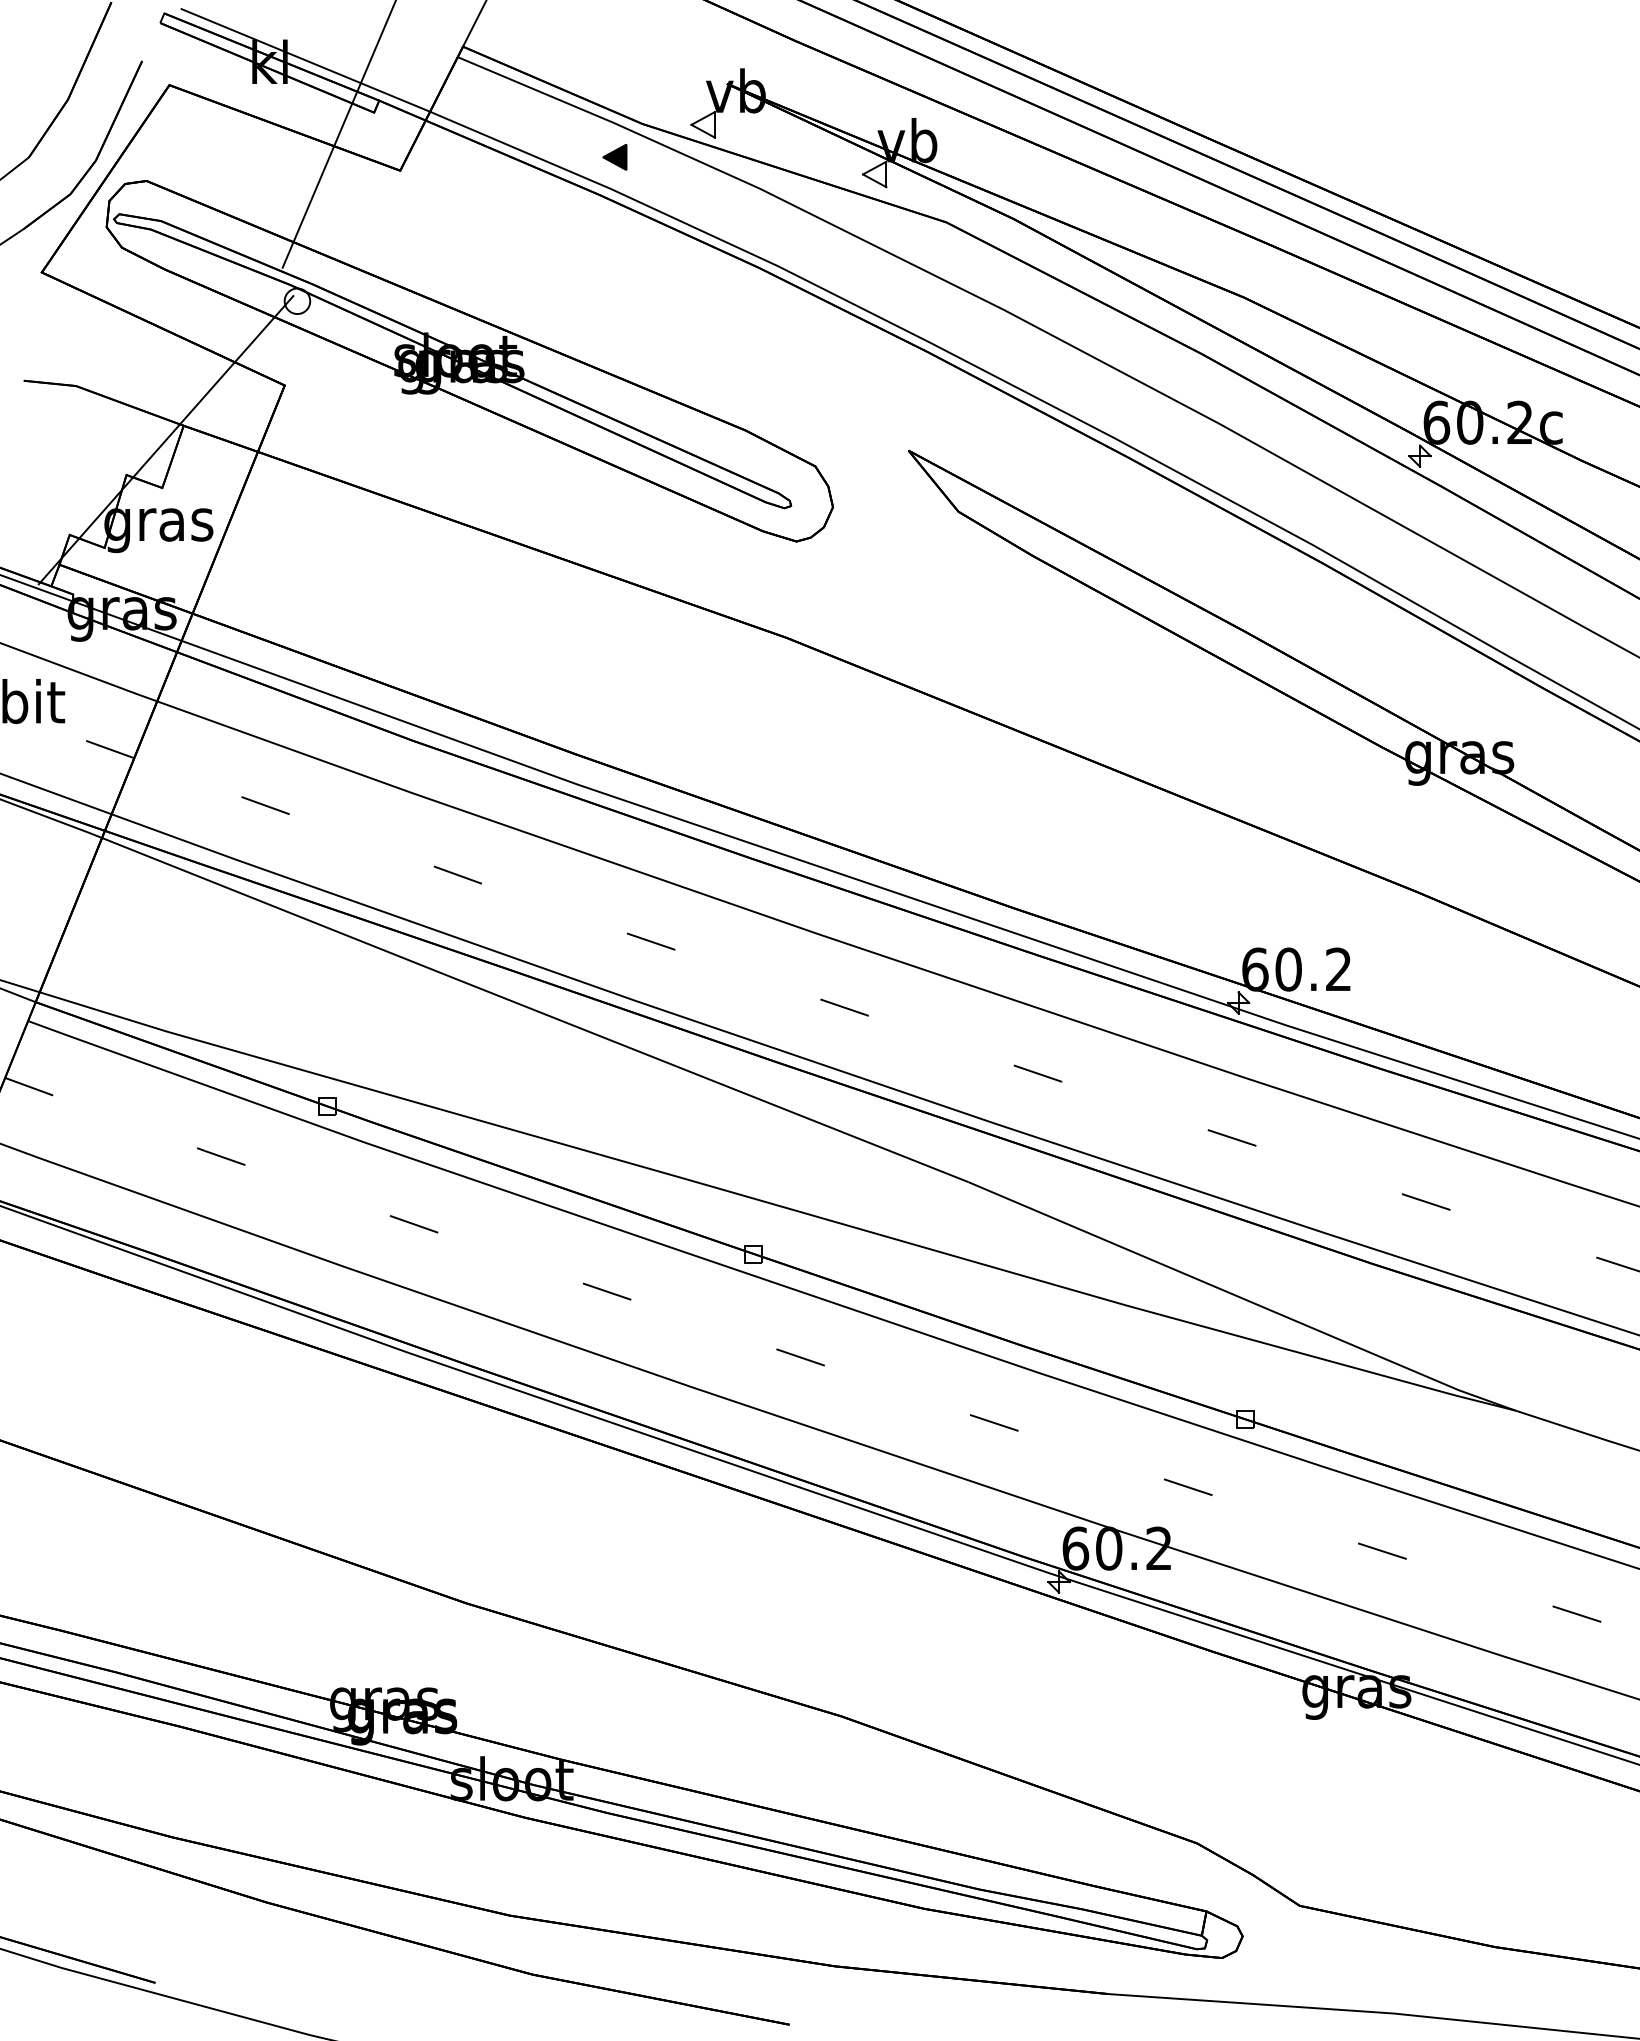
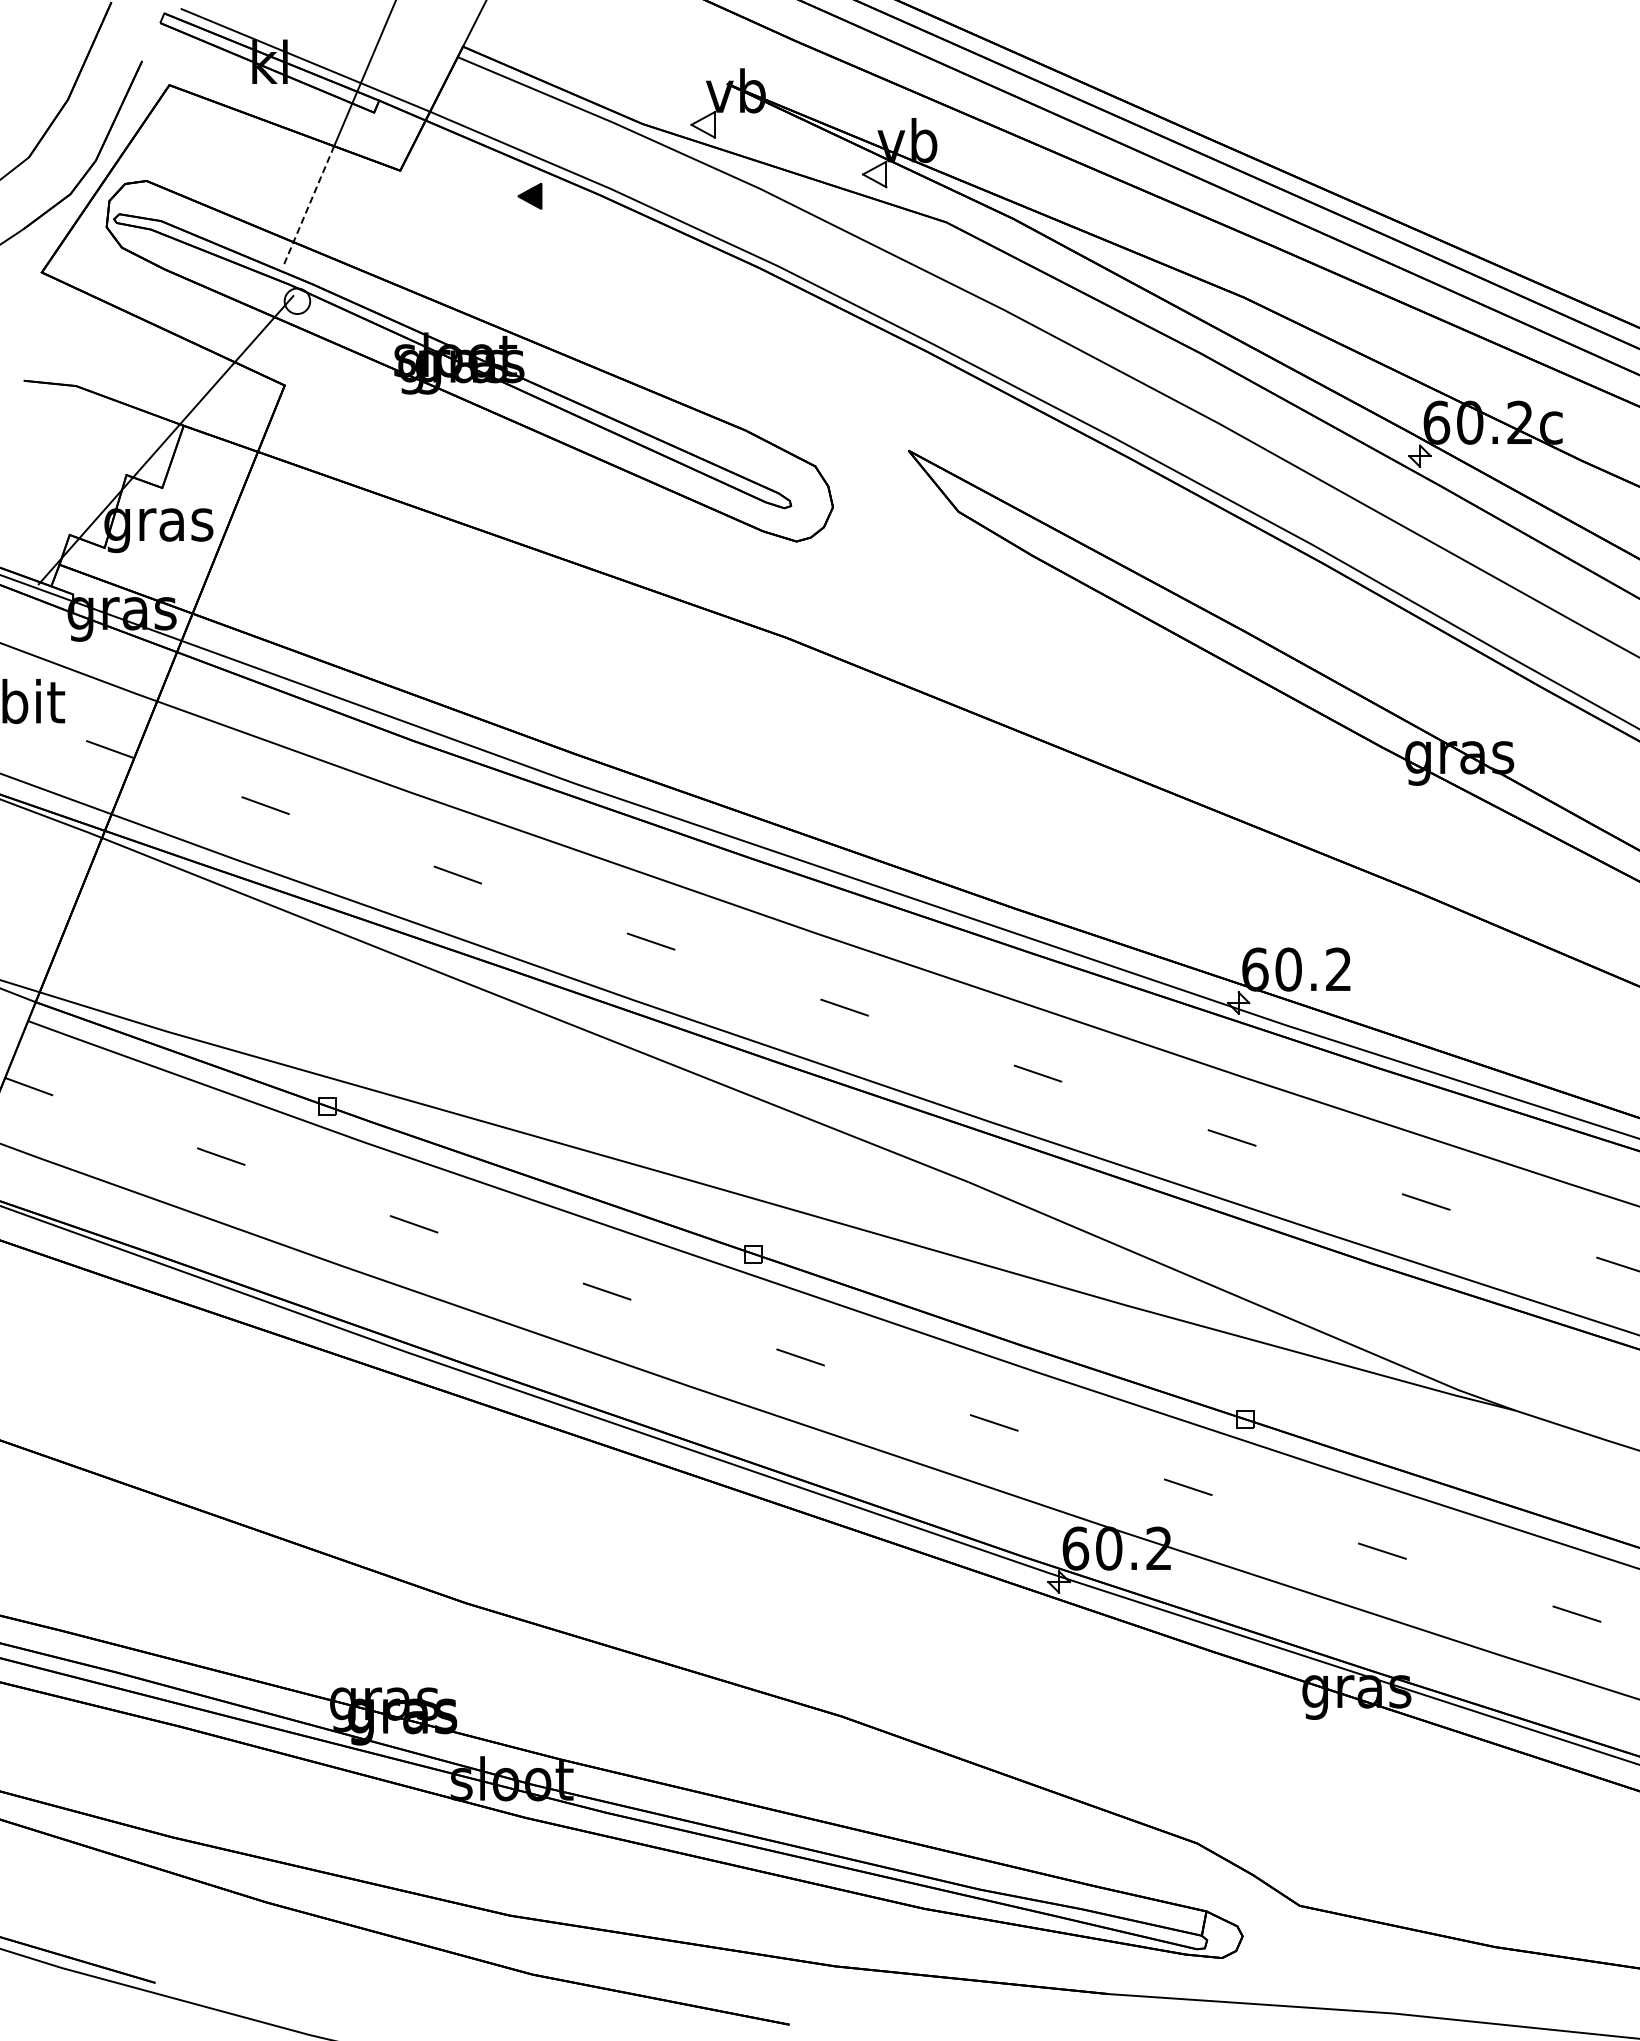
part at (614, 157) position: (614, 157) -> (529, 196)
line at (308, 207): solid -> dashed
